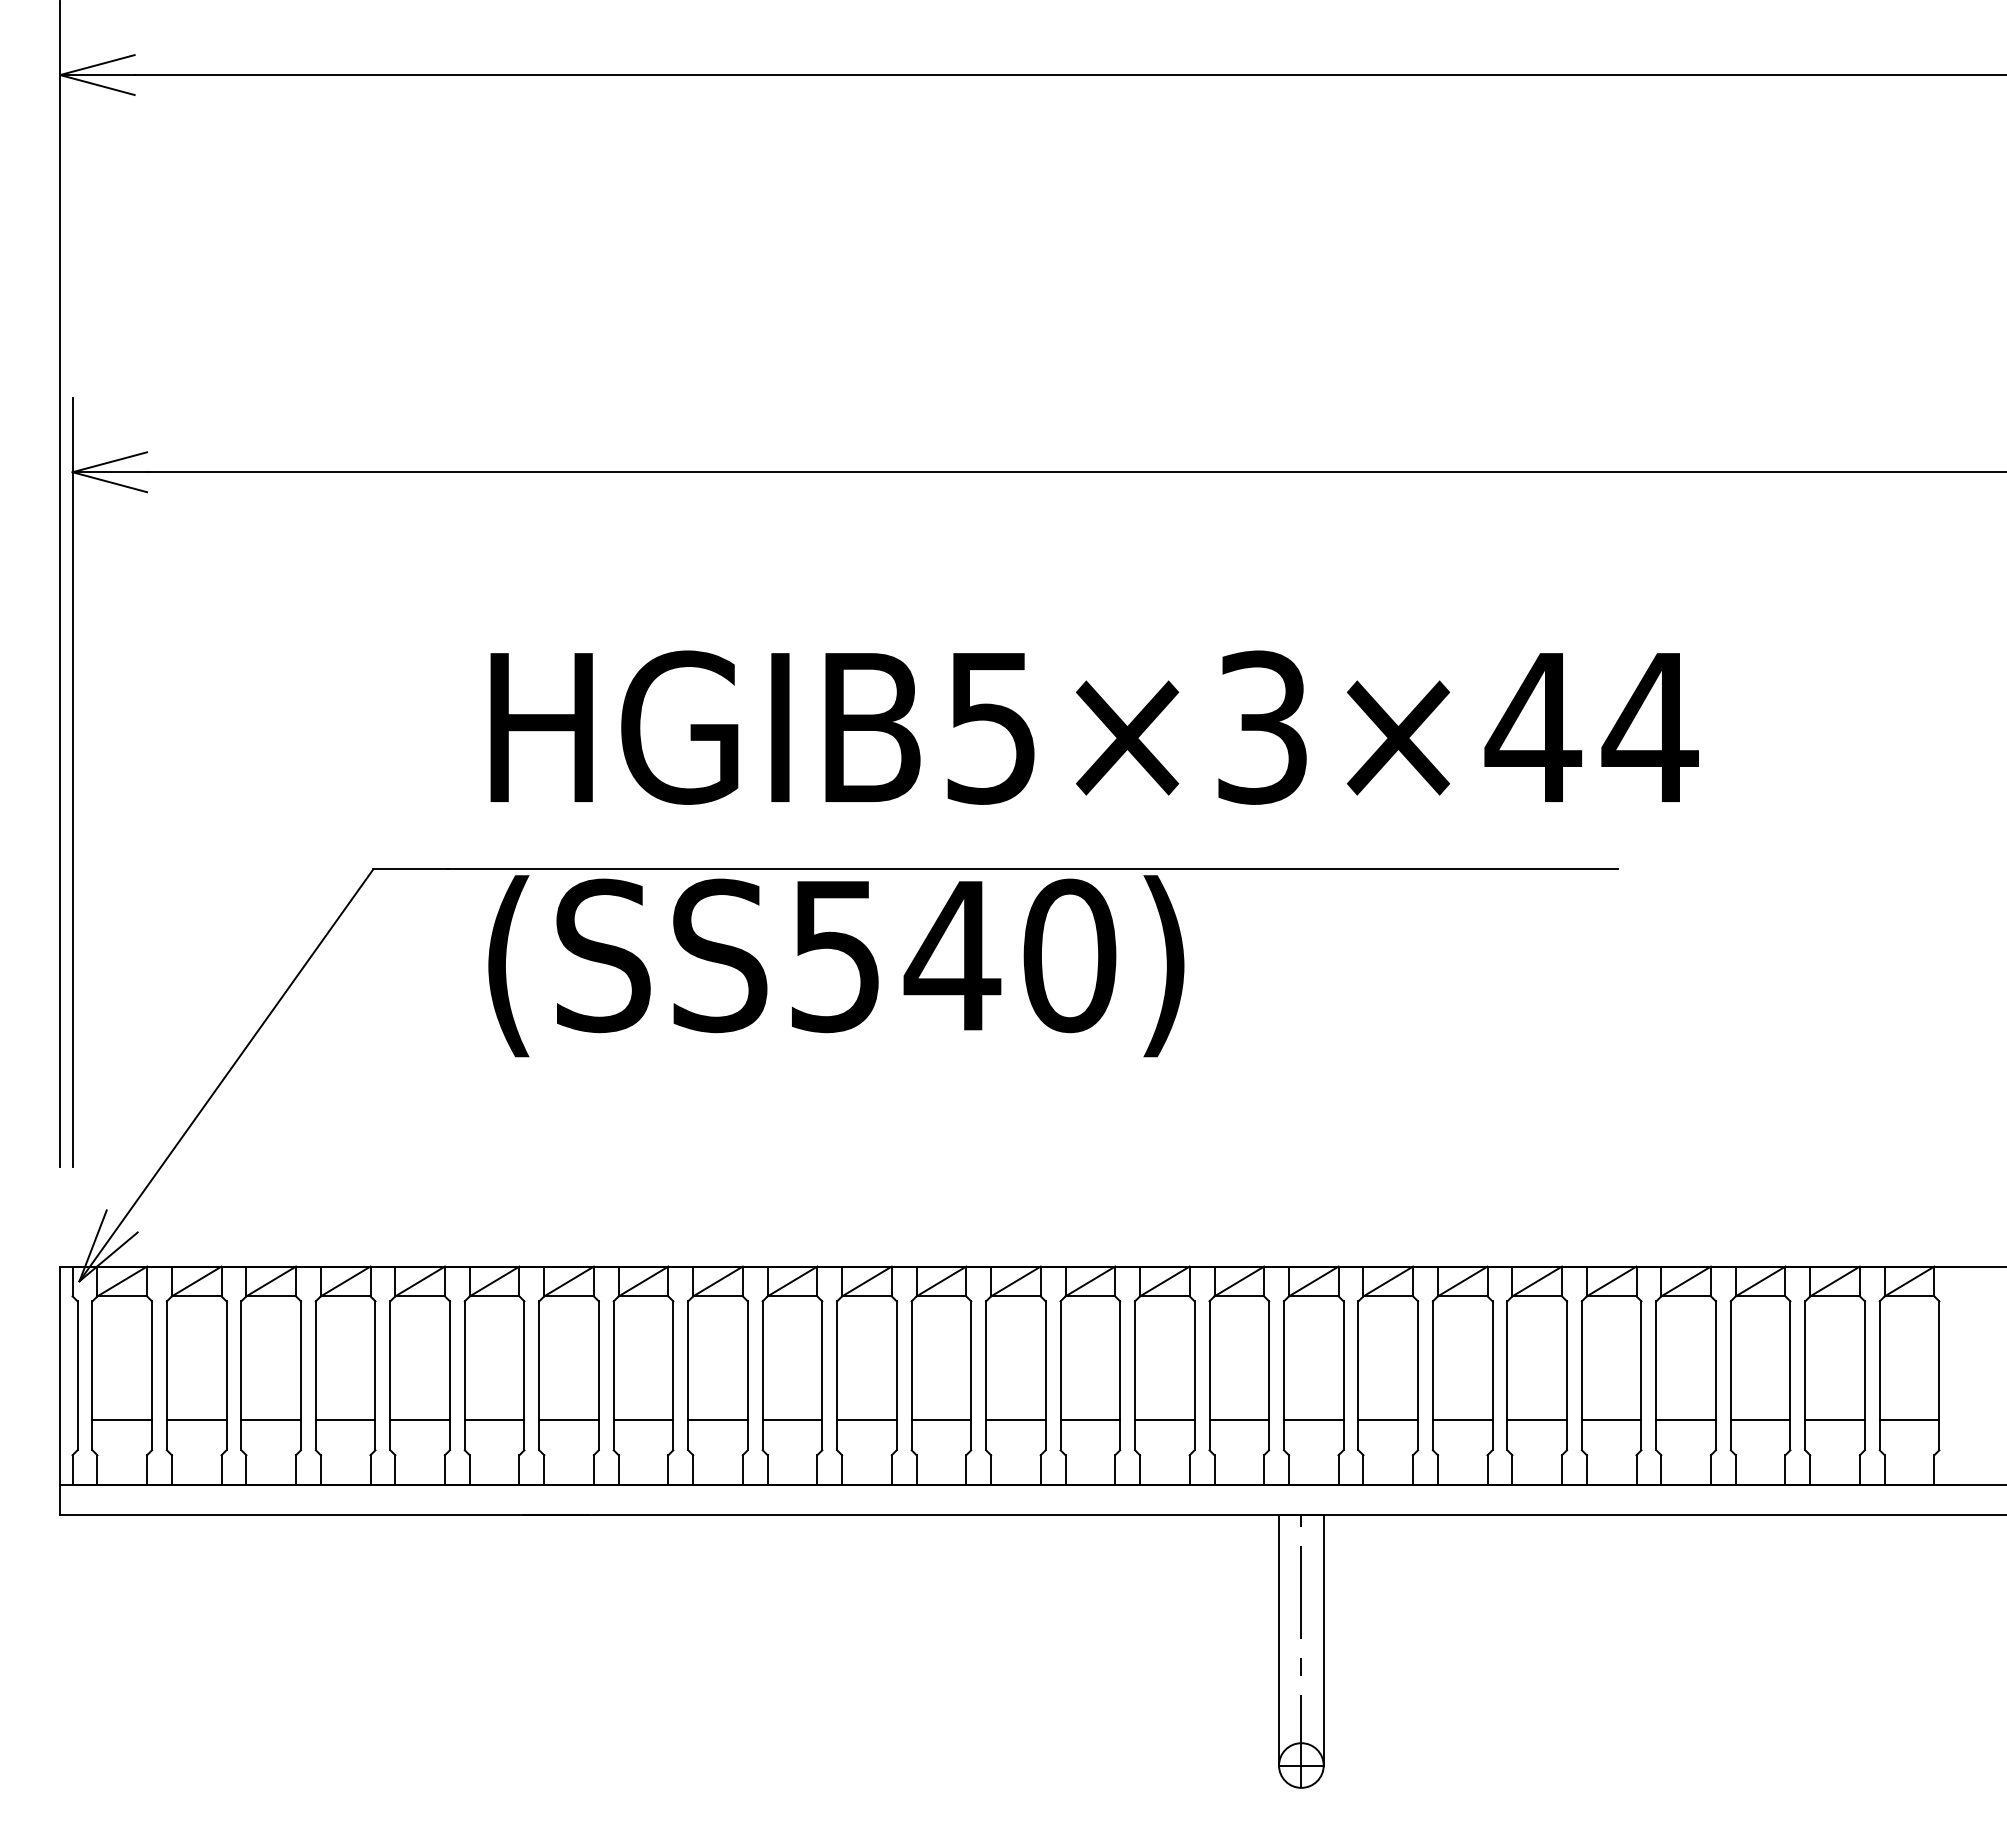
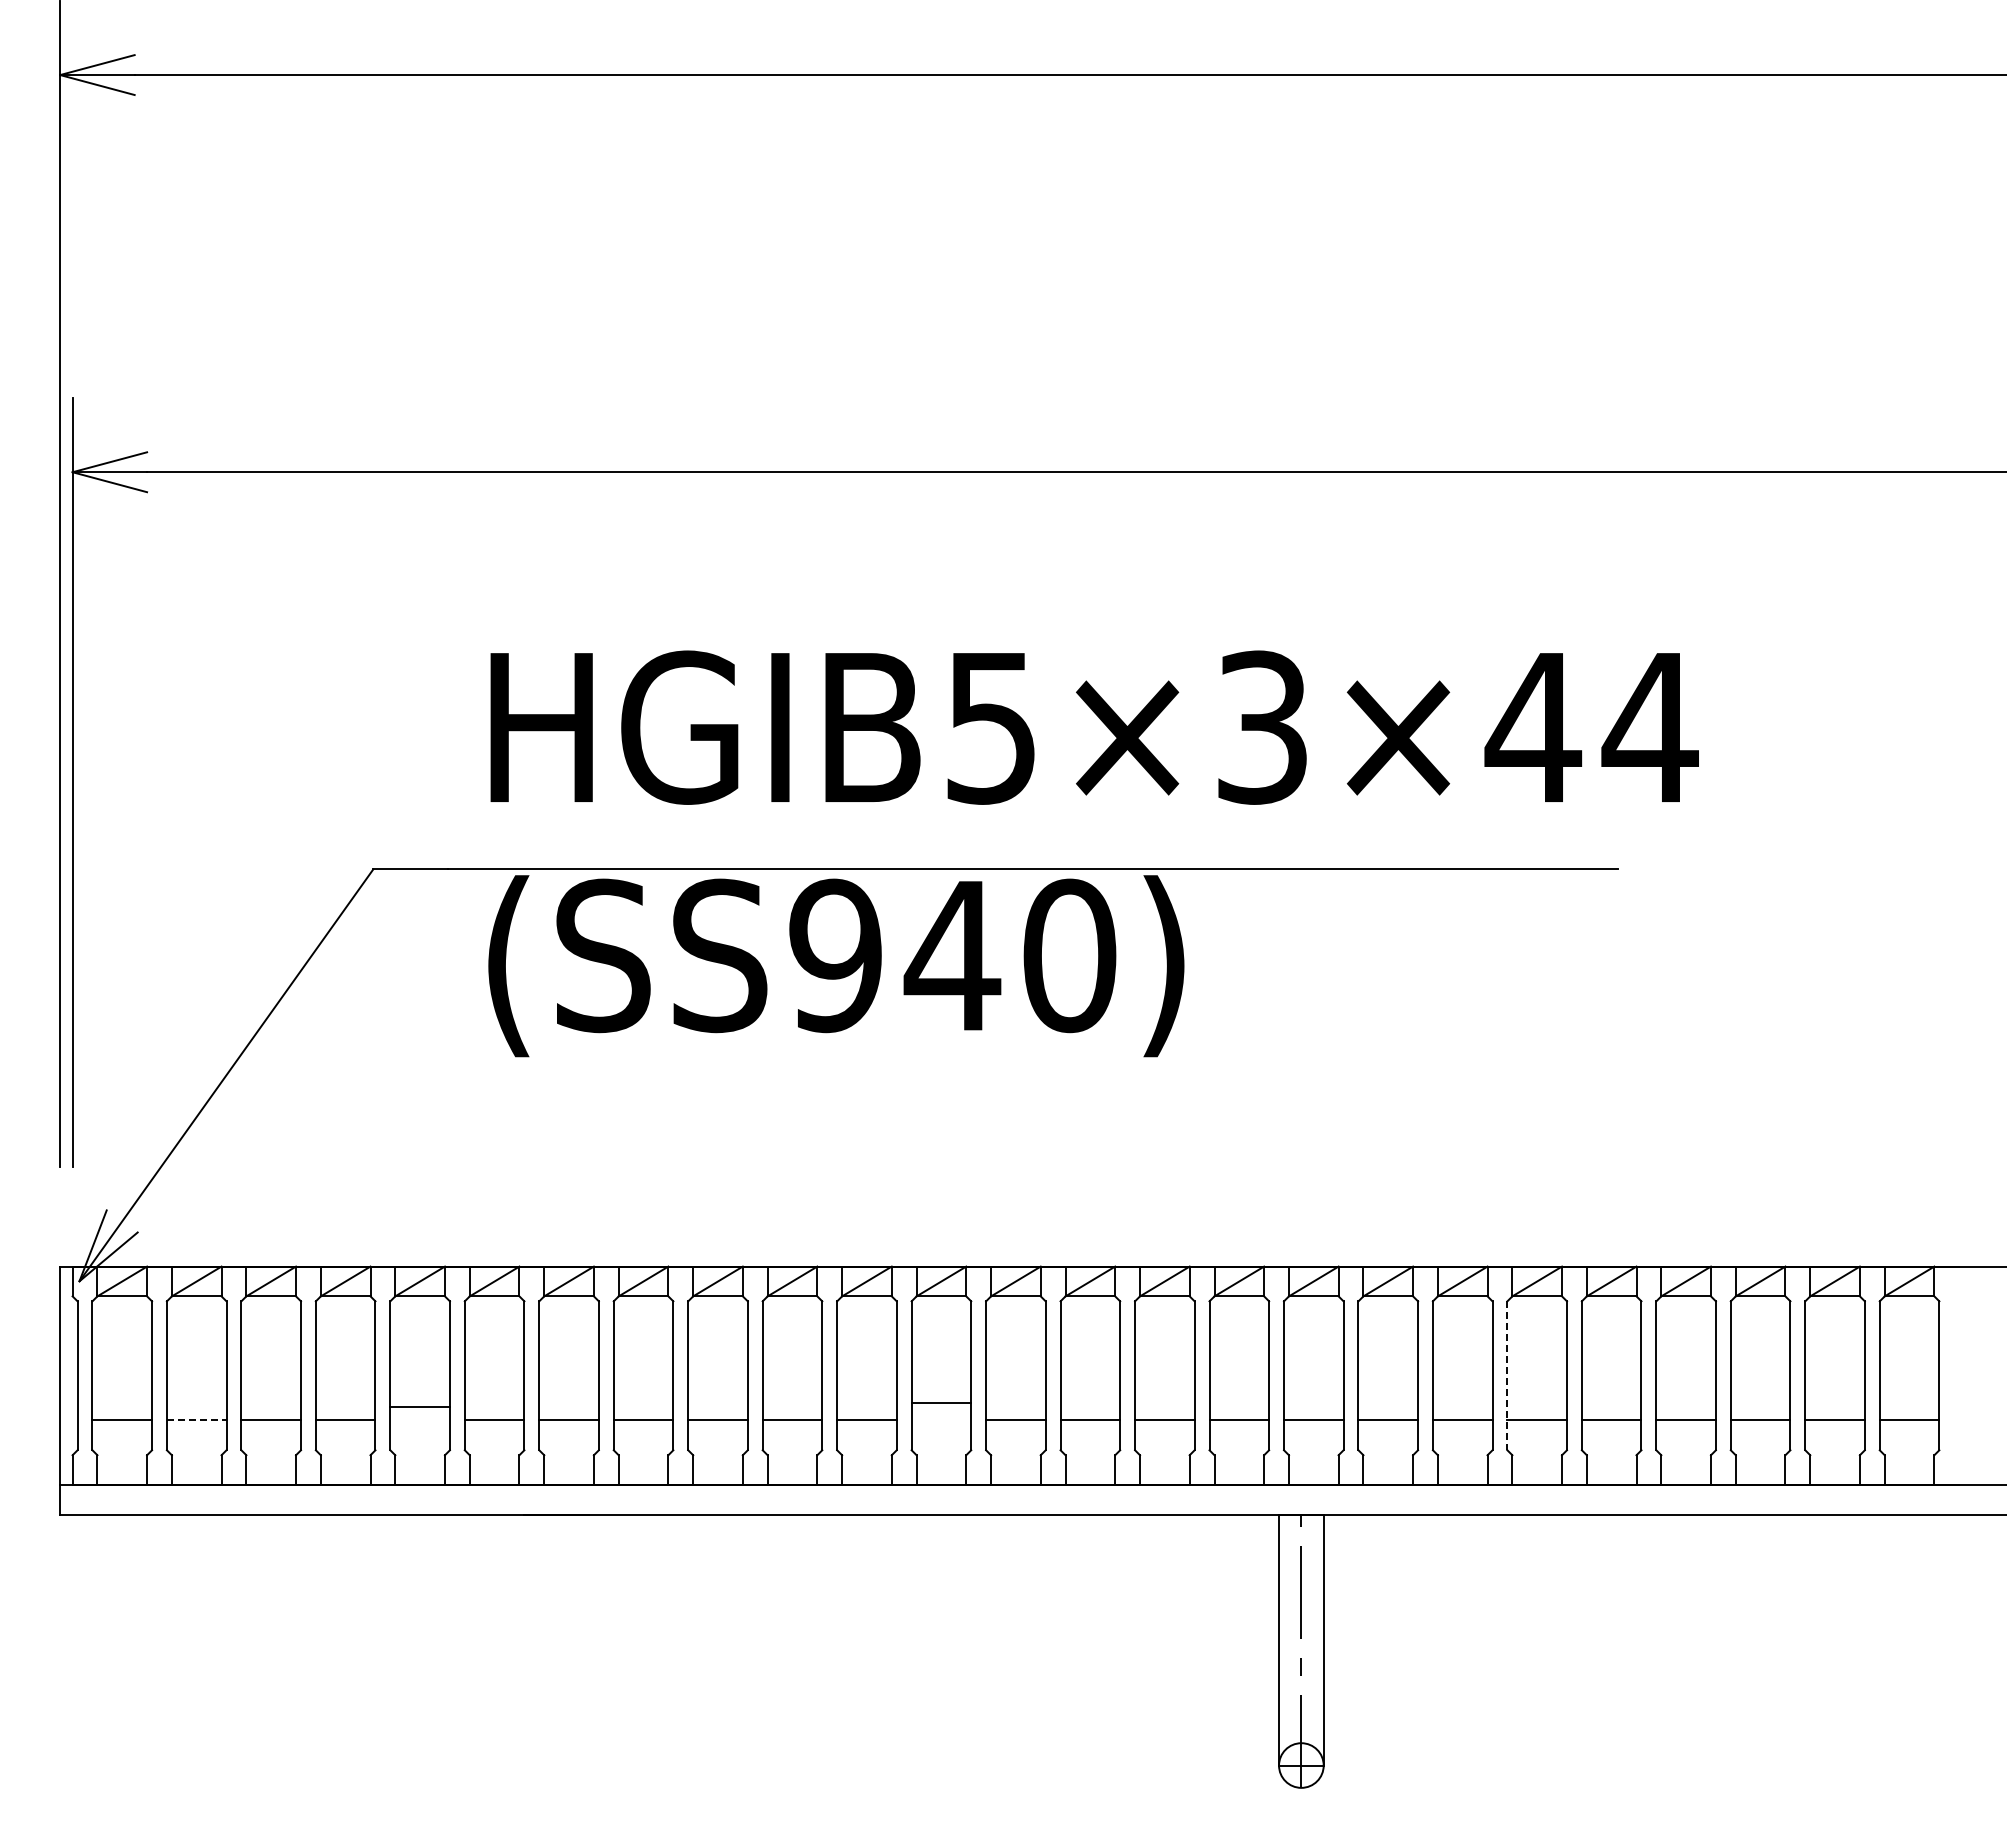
text at (835, 955): (SS540) -> (SS940)
line at (1507, 1376): solid -> dashed
line at (196, 1420): solid -> dashed
line at (419, 1420) position: (419, 1420) -> (419, 1407)
line at (941, 1420) position: (941, 1420) -> (941, 1403)
